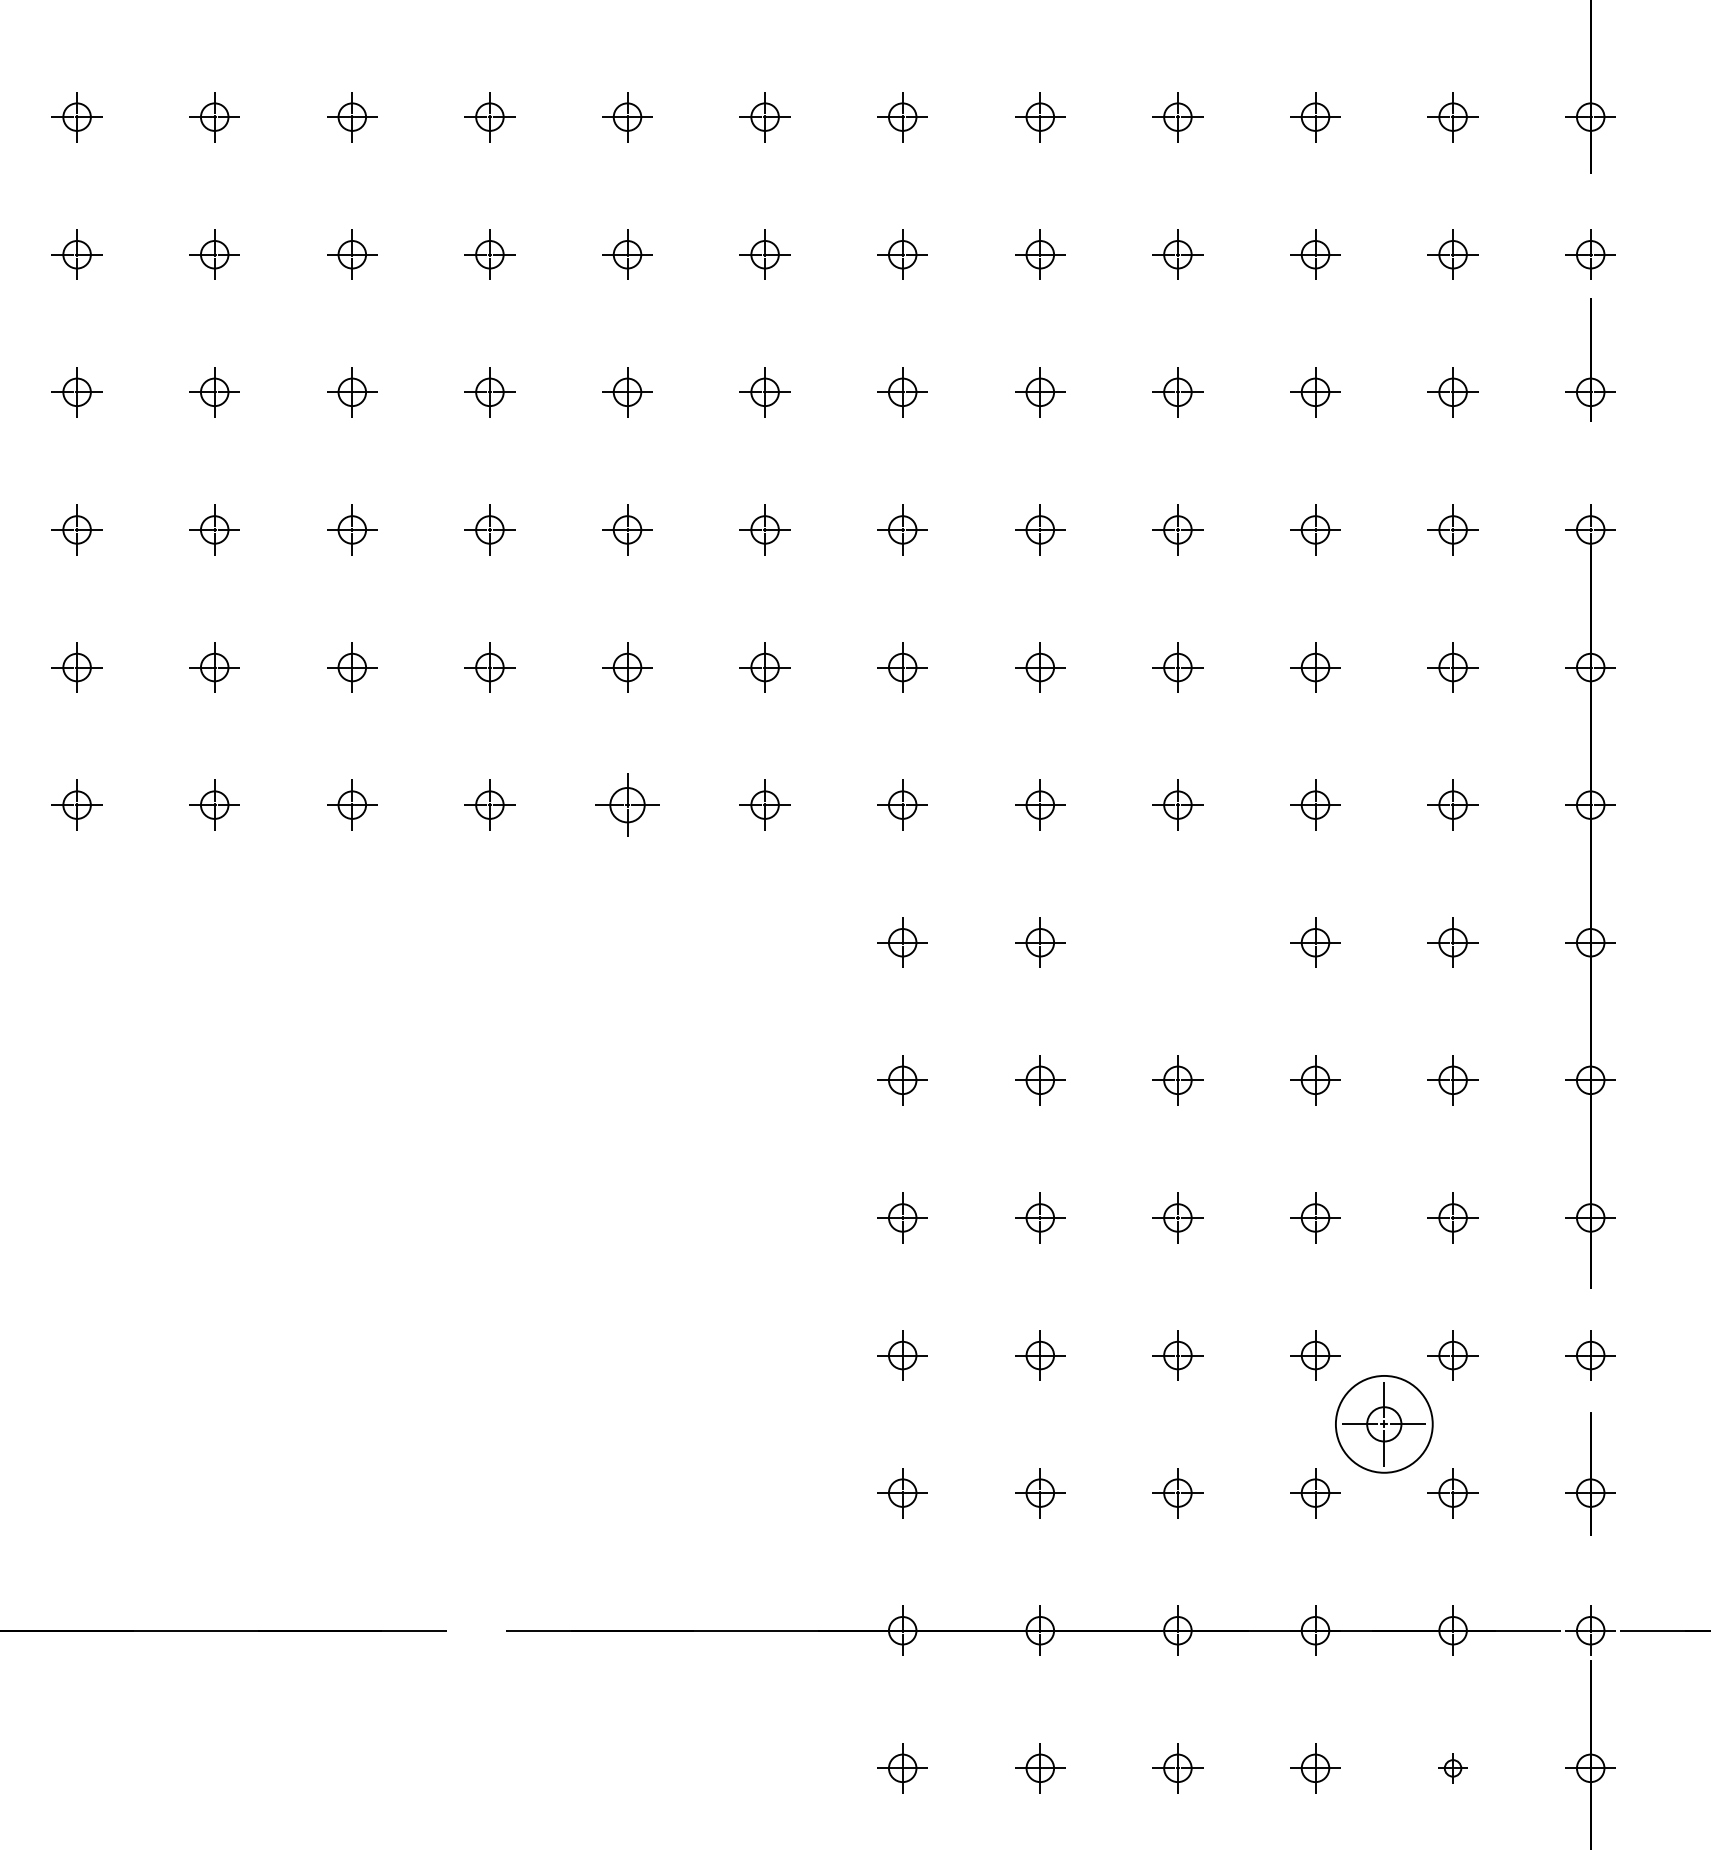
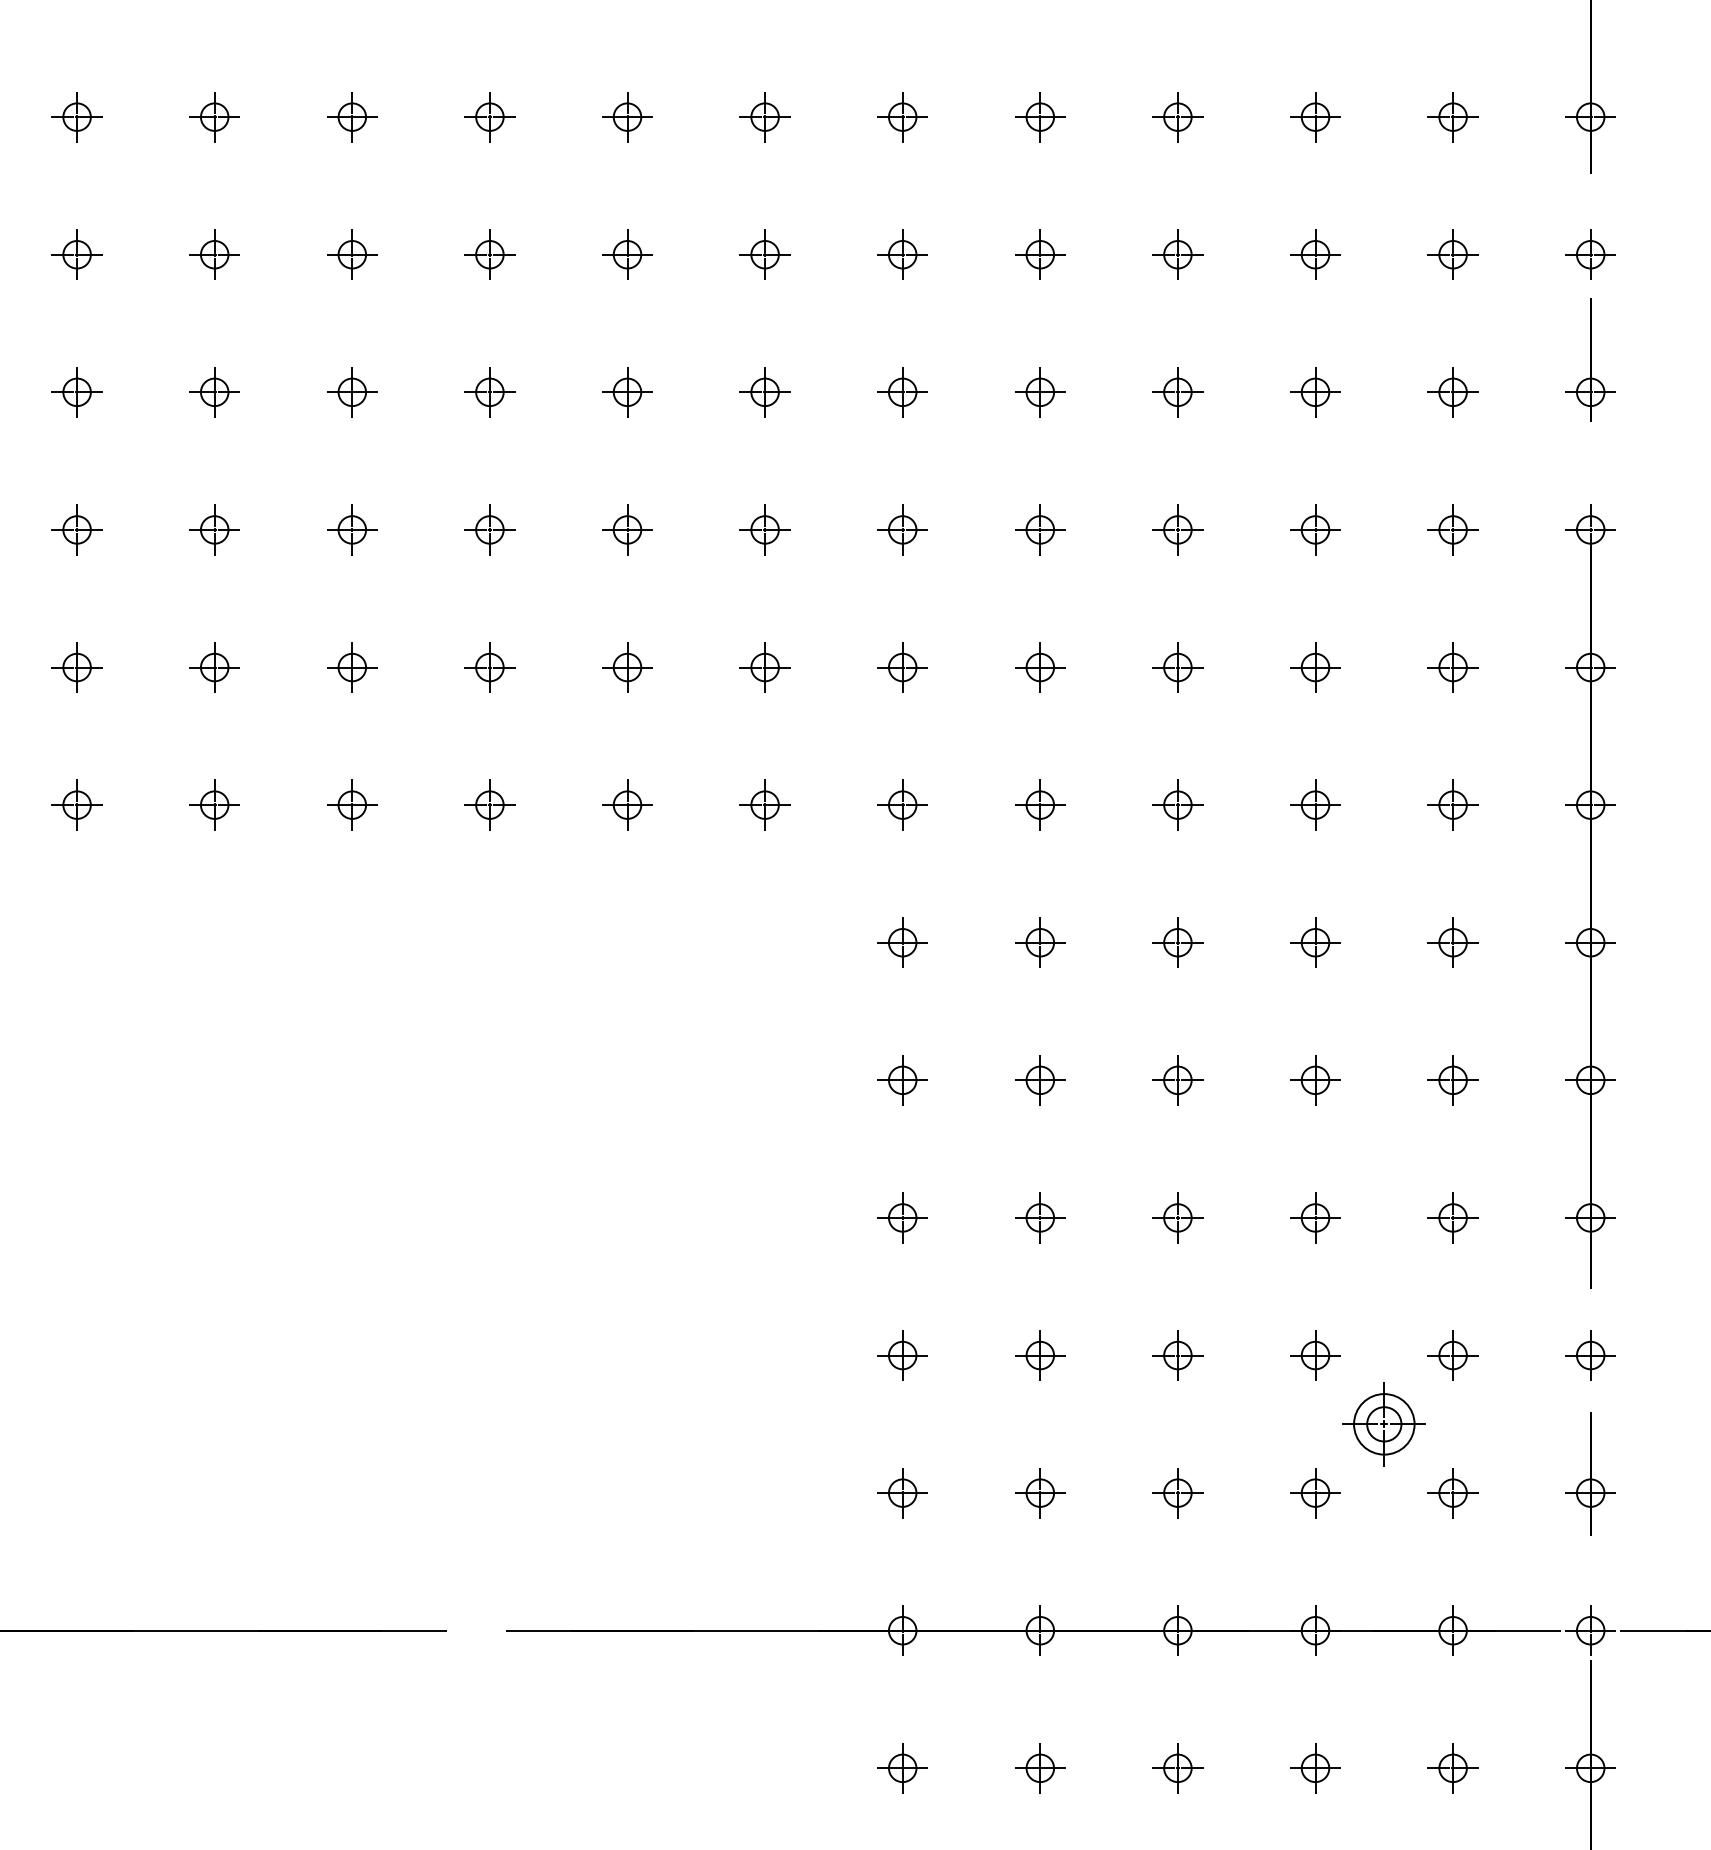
part at (627, 804) size: 65x64 px -> 51x52 px
part at (1177, 942): none -> present
circle at (1383, 1423) diameter: 97 px -> 61 px
part at (1452, 1768) size: 30x31 px -> 52x51 px
